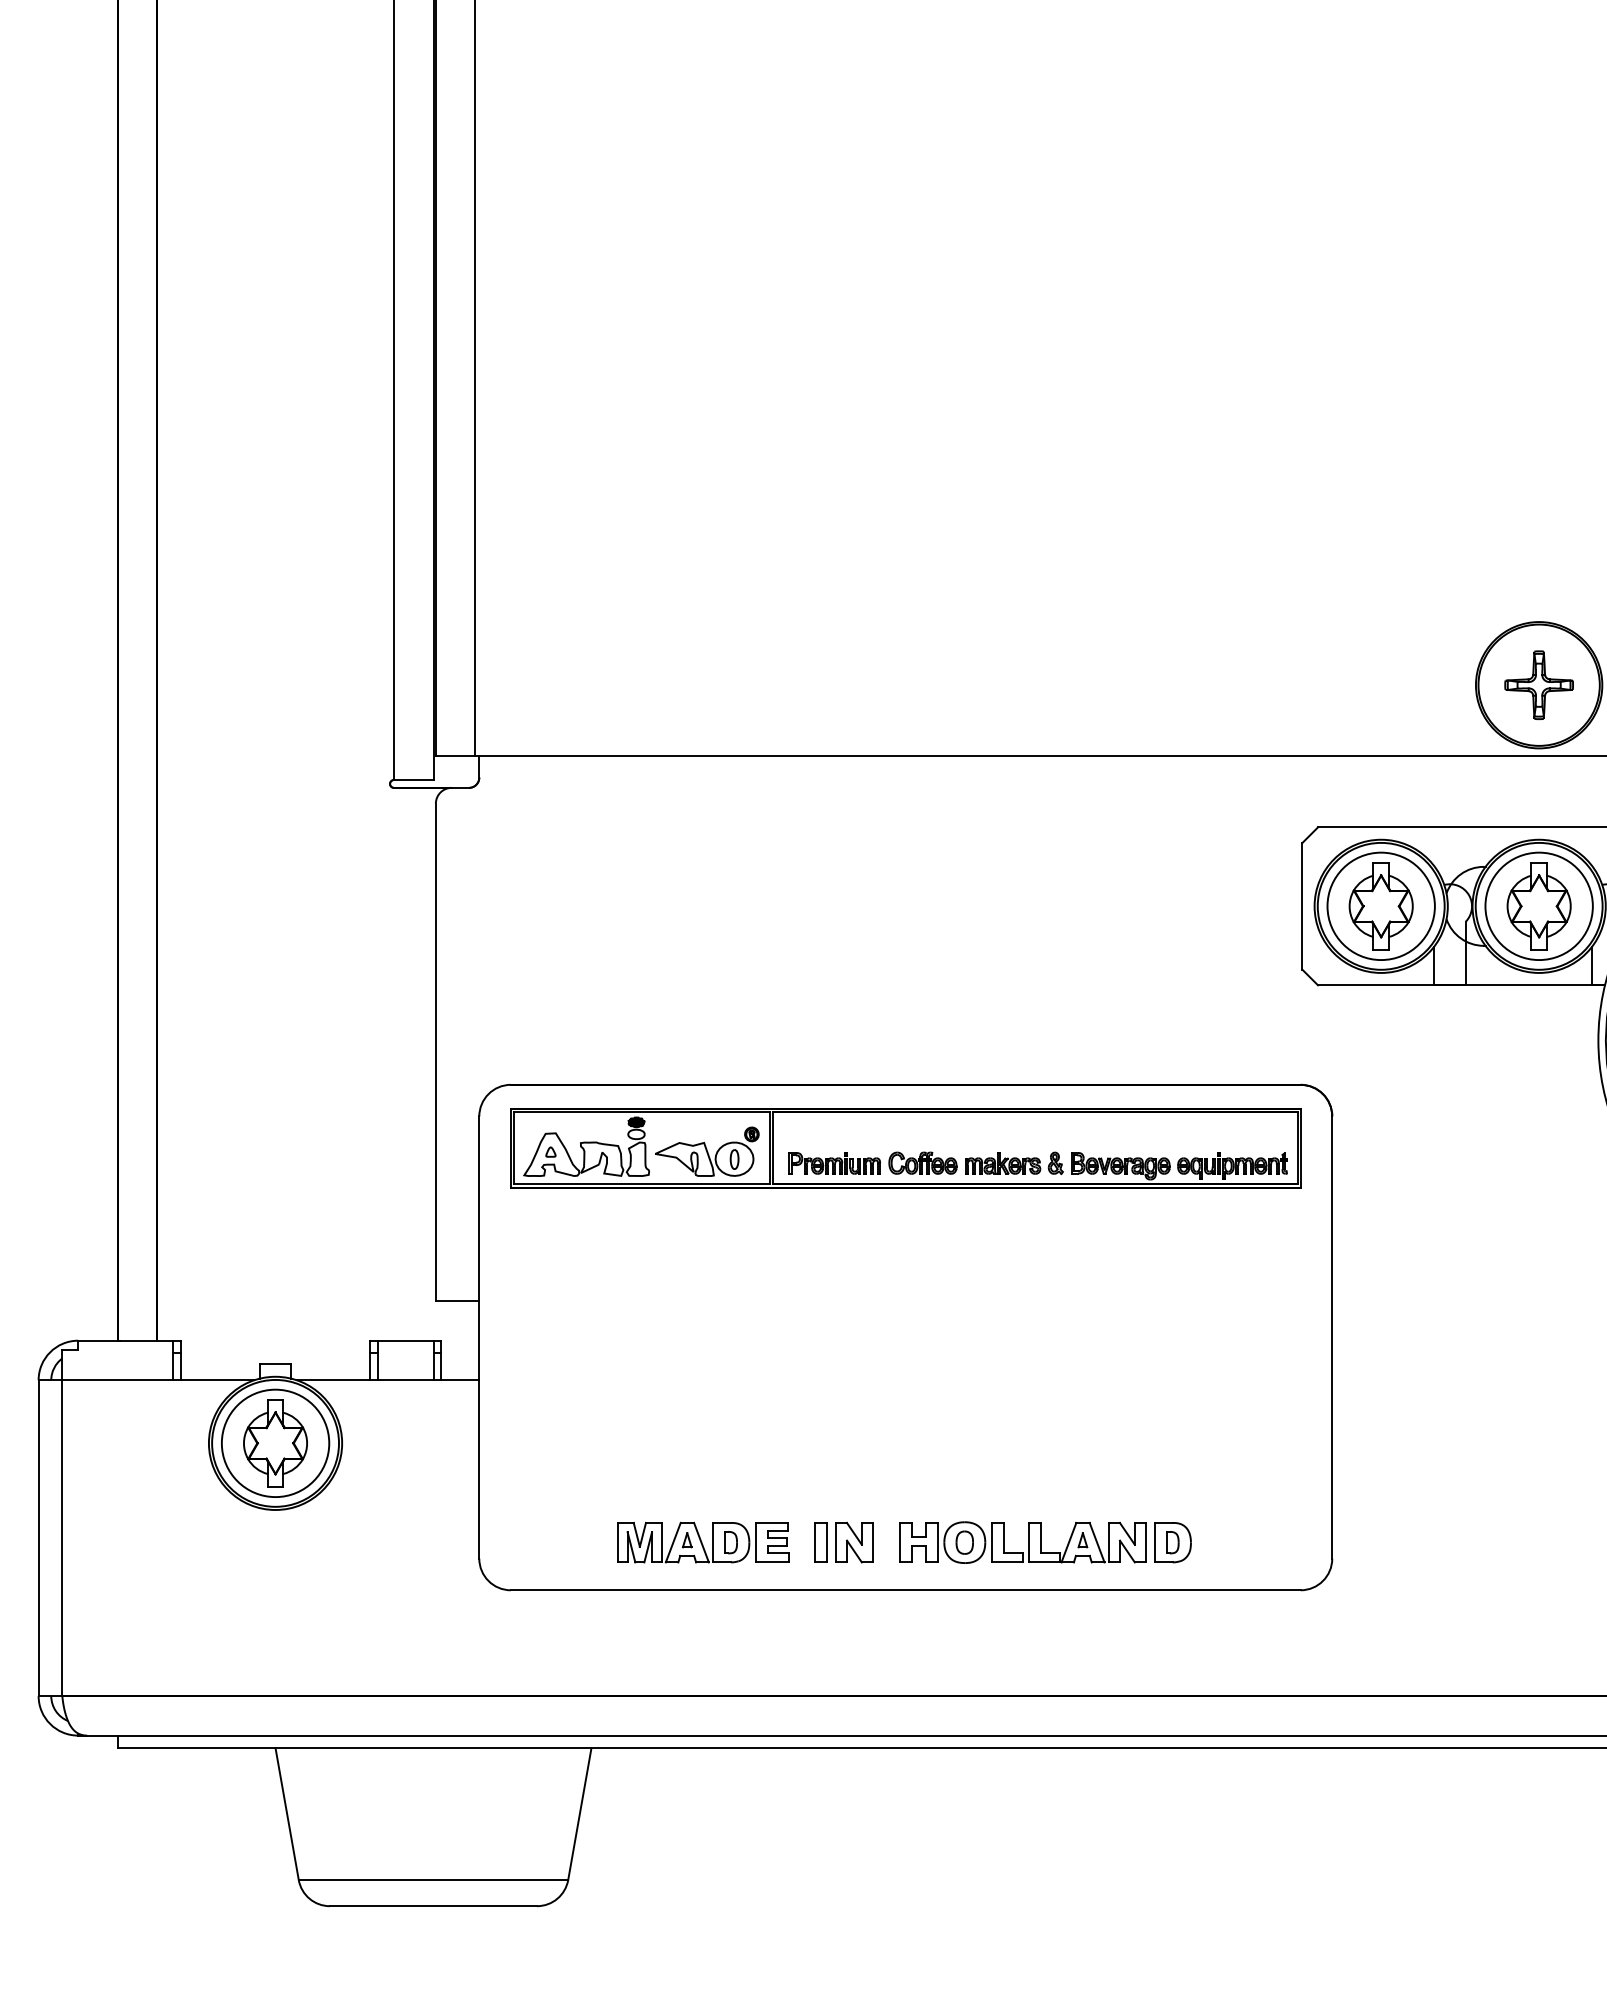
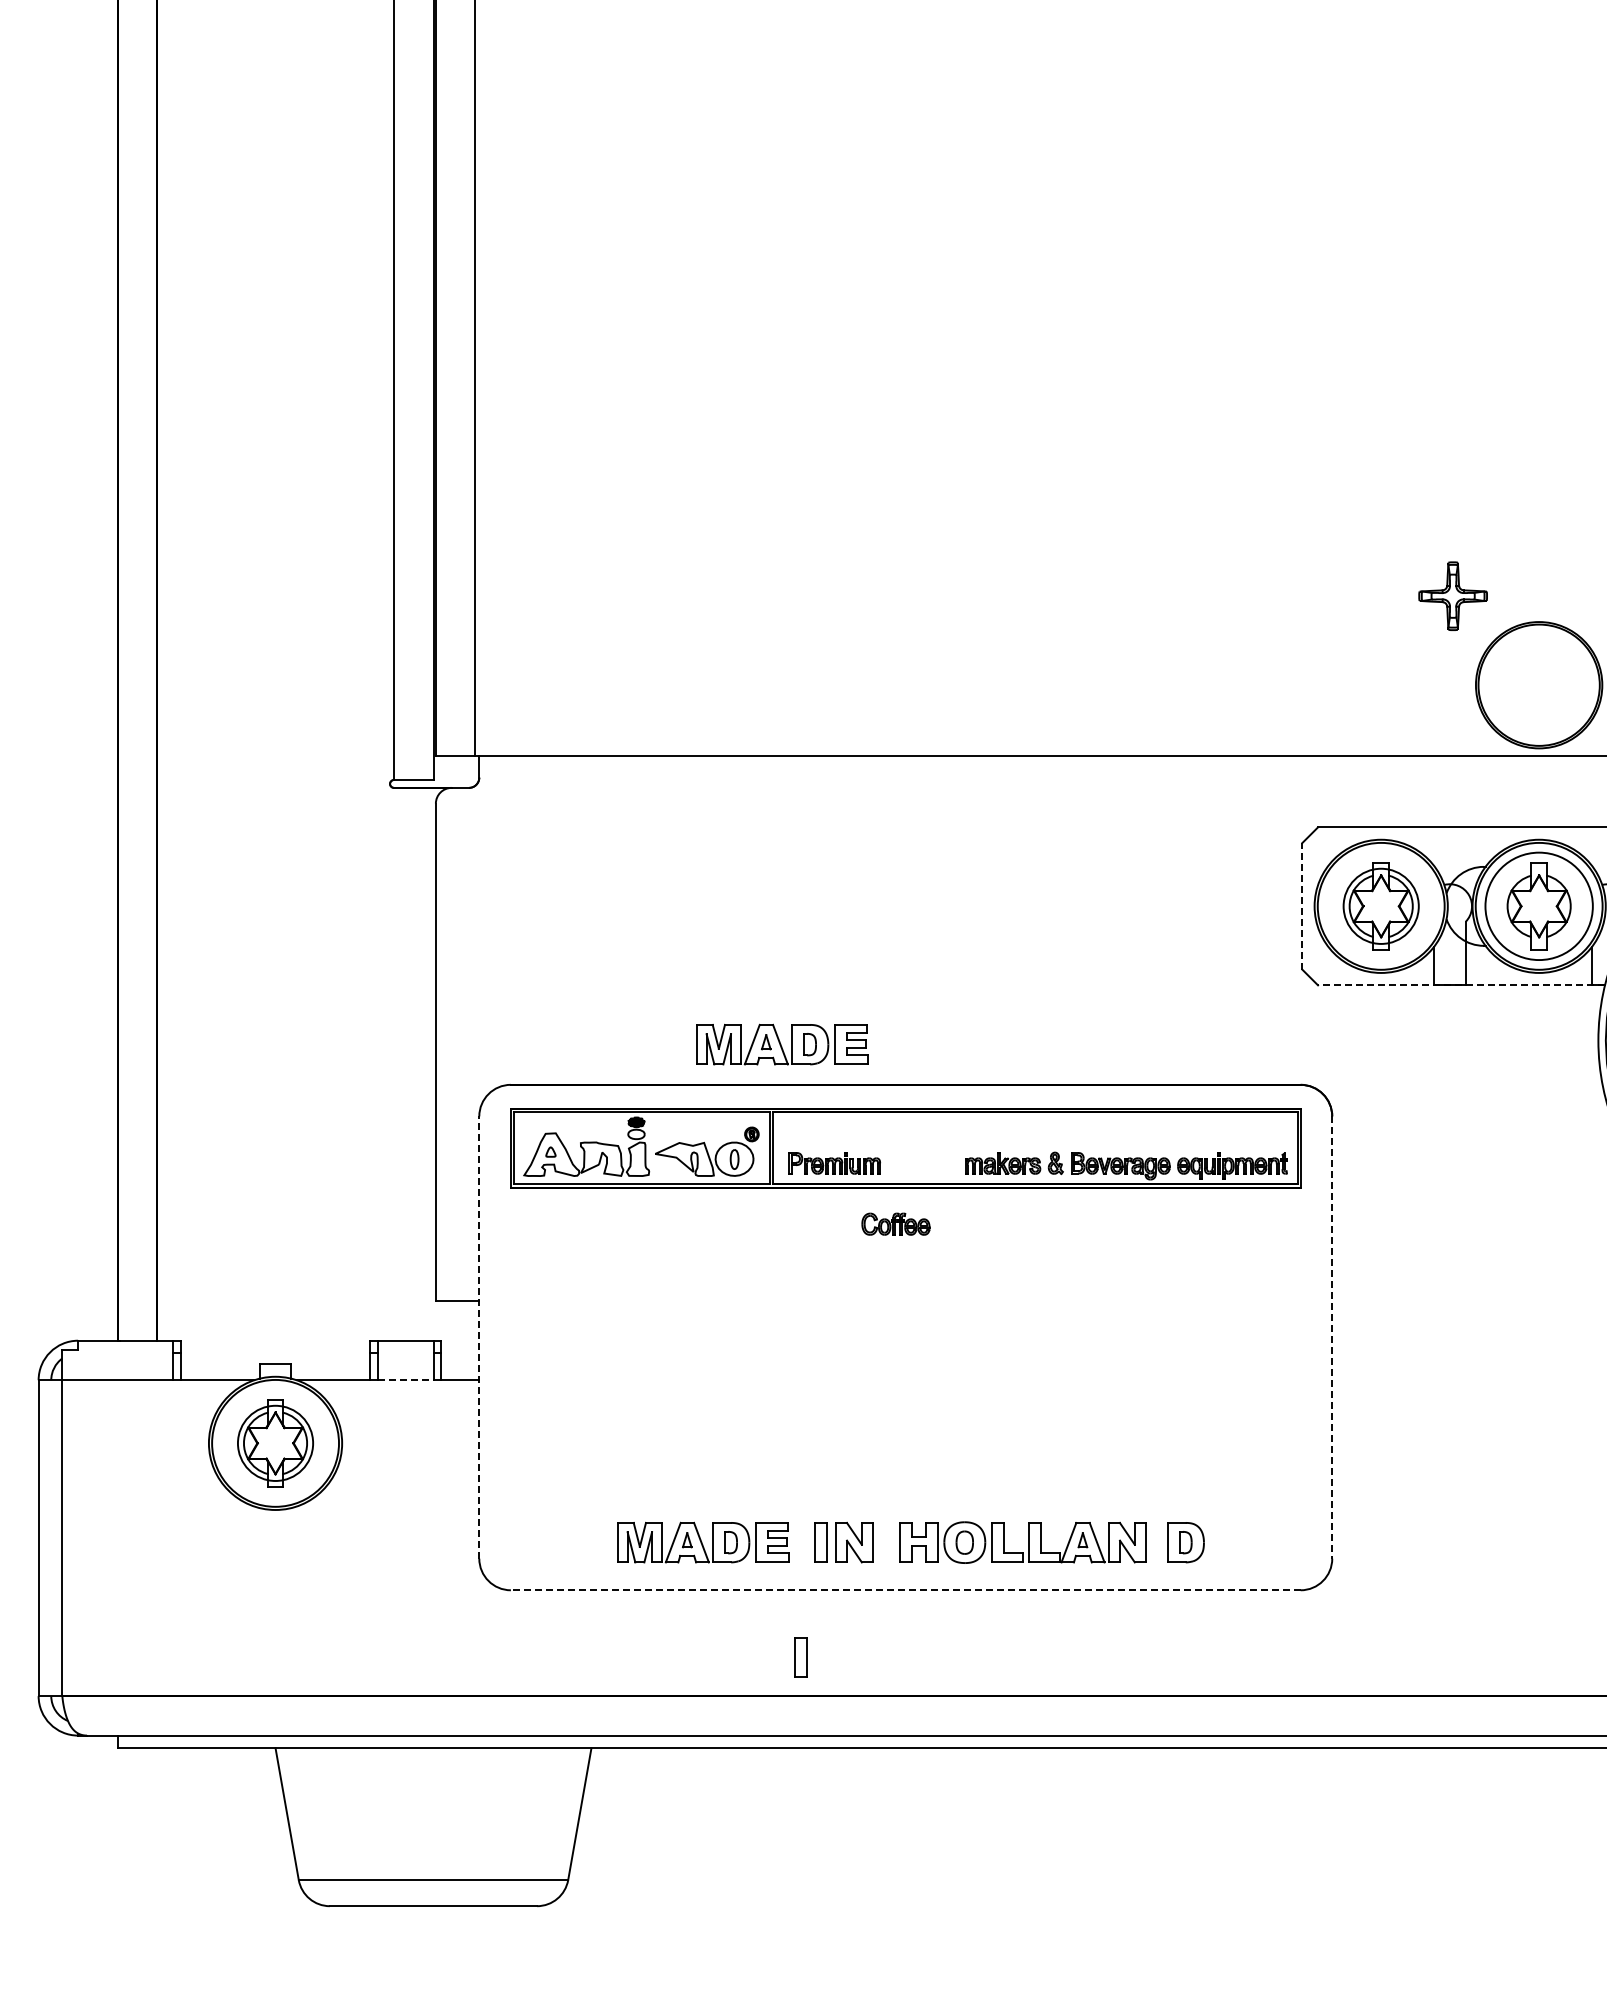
part at (1538, 684) position: (1538, 684) -> (1452, 595)
line at (1302, 905): solid -> dashed
circle at (1380, 906) diameter: 107 px -> 75 px
line at (1461, 985): solid -> dashed
part at (782, 1044): none -> present
part at (922, 1162) position: (922, 1162) -> (895, 1223)
line at (479, 1337): solid -> dashed
line at (1332, 1338): solid -> dashed
line at (405, 1380): solid -> dashed
circle at (275, 1443) diameter: 107 px -> 75 px
part at (1172, 1542) position: (1172, 1542) -> (1185, 1542)
line at (905, 1590): solid -> dashed
part at (800, 1657): none -> present
